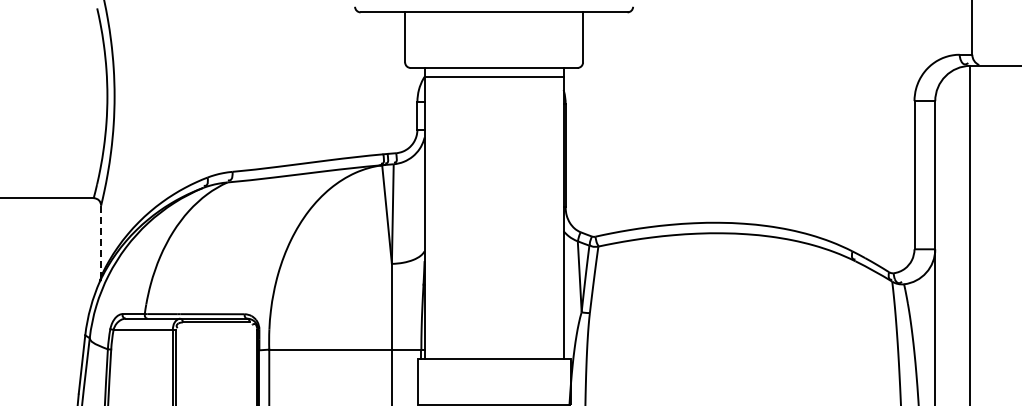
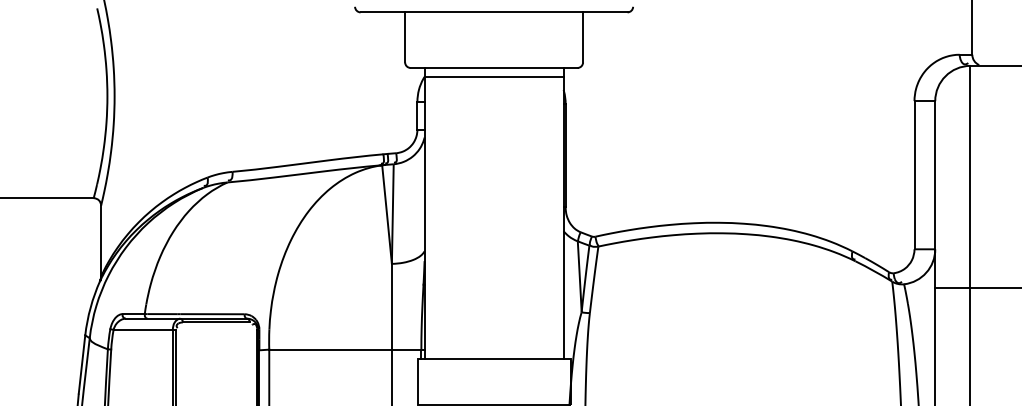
line at (101, 241): dashed -> solid
line at (976, 288): none -> present
